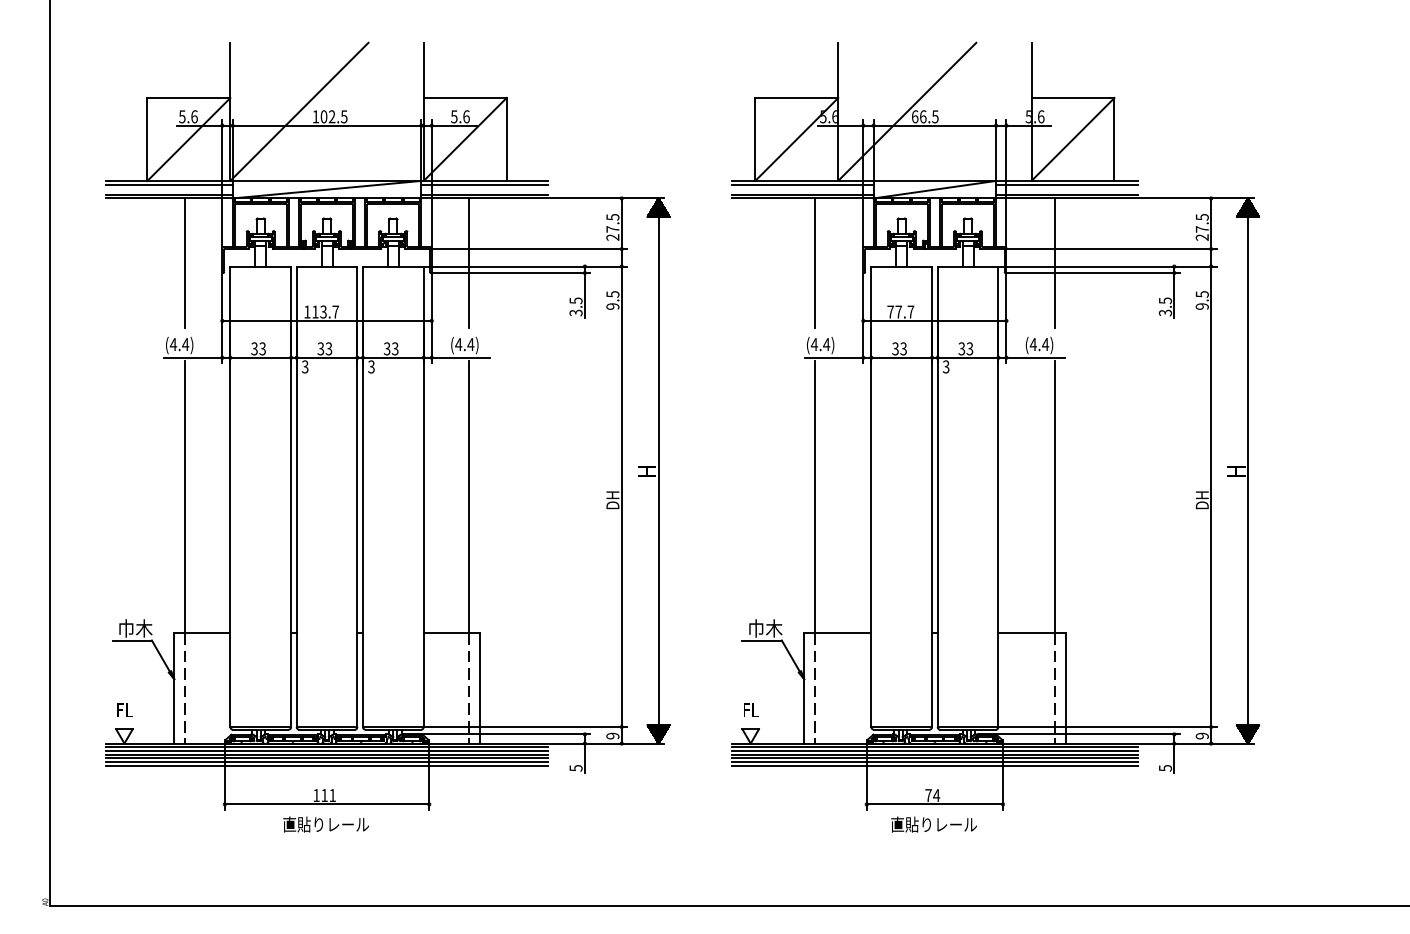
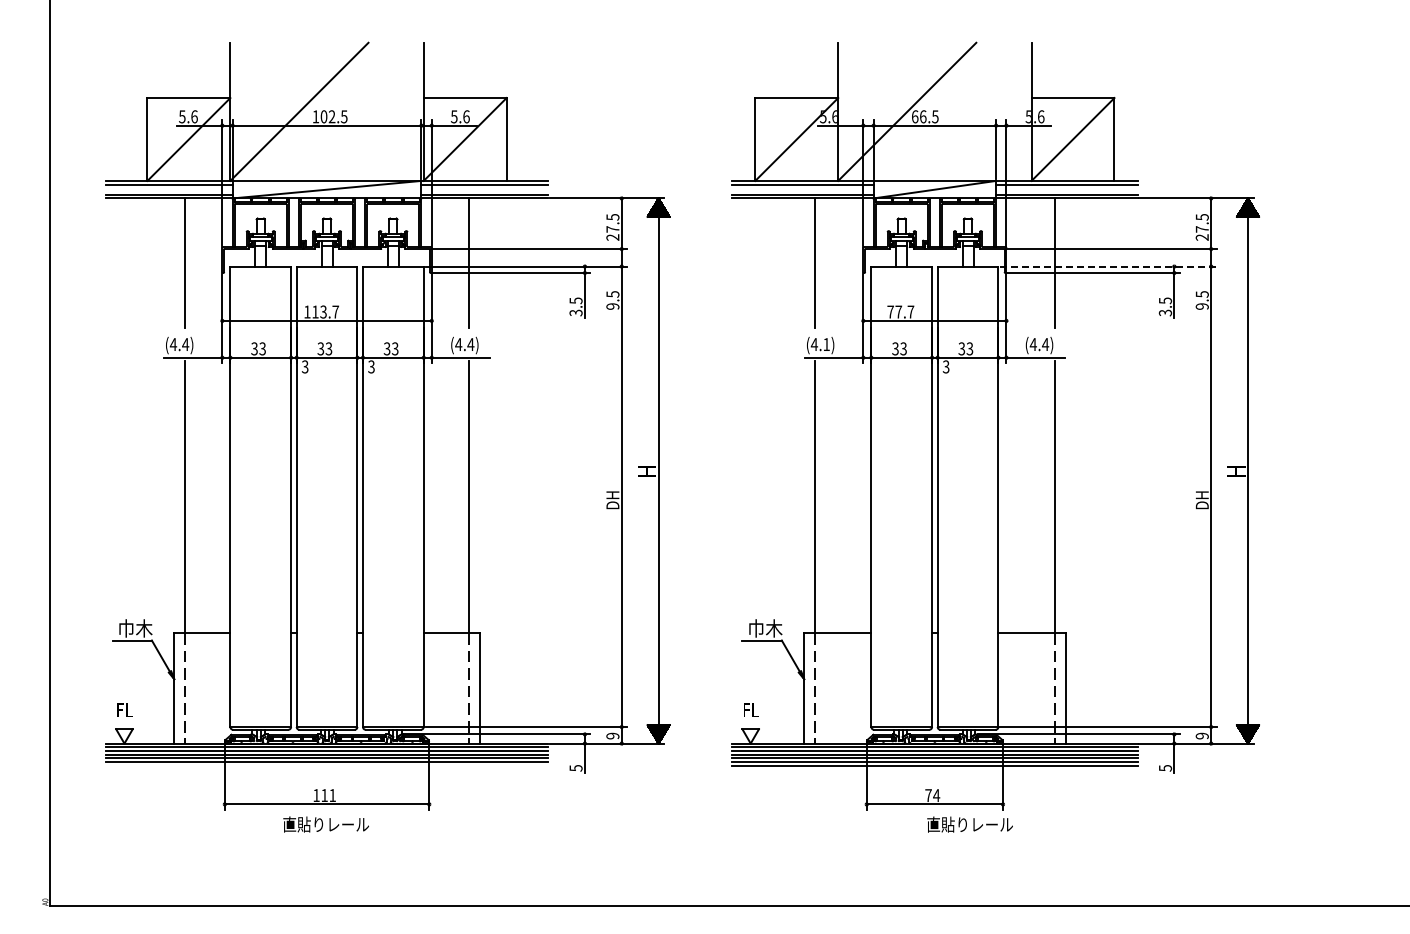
line at (1108, 266): solid -> dashed
text at (826, 344): (4.4) -> (4.1)
line at (327, 765): present -> none
text at (933, 824) position: (933, 824) -> (969, 824)
